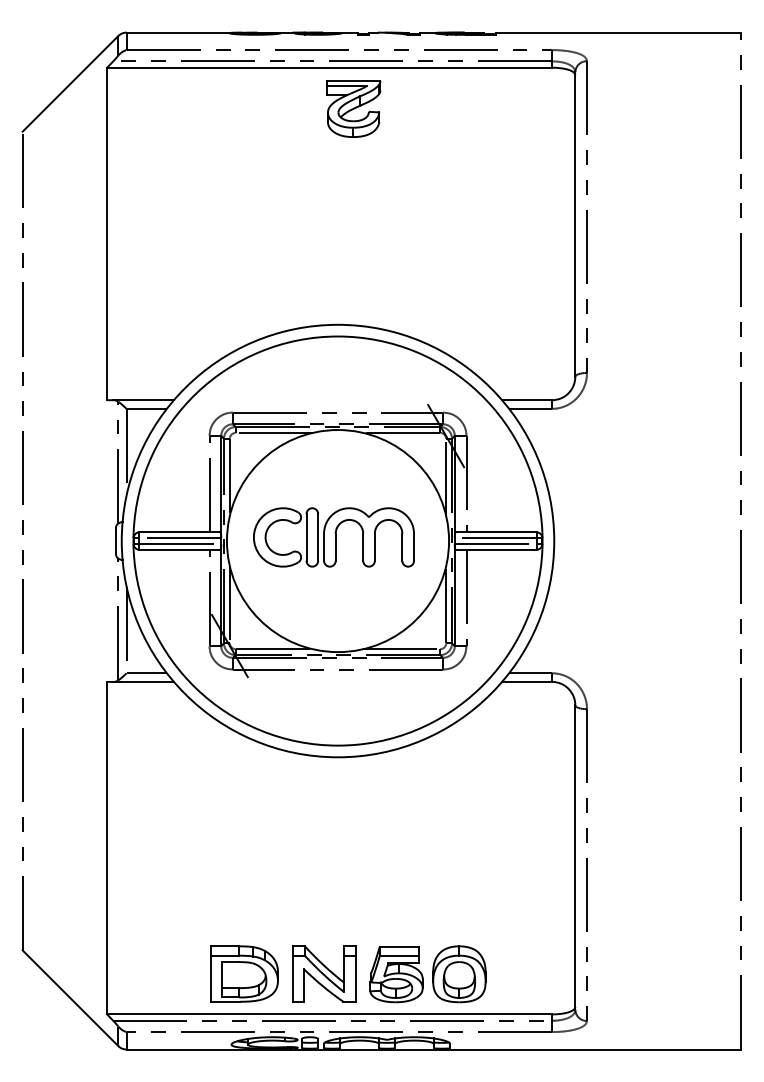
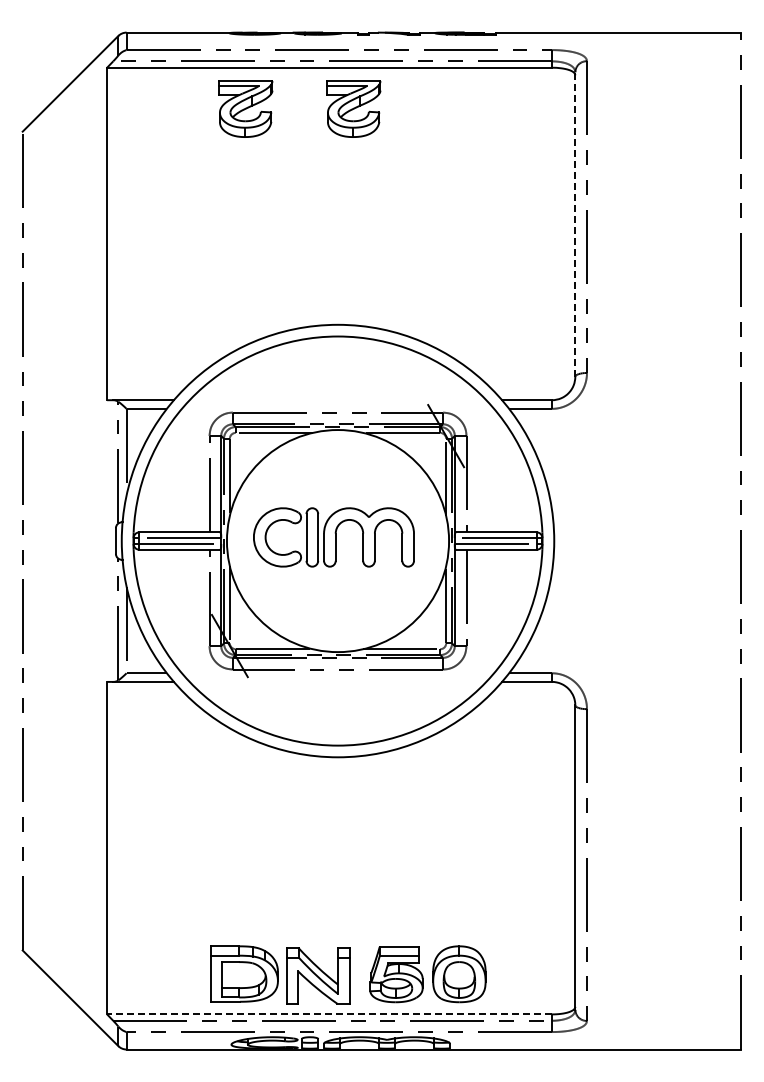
part at (245, 108): none -> present
line at (575, 224): solid -> dashed
part at (324, 973) position: (324, 973) -> (318, 975)
line at (329, 1014): solid -> dashed
